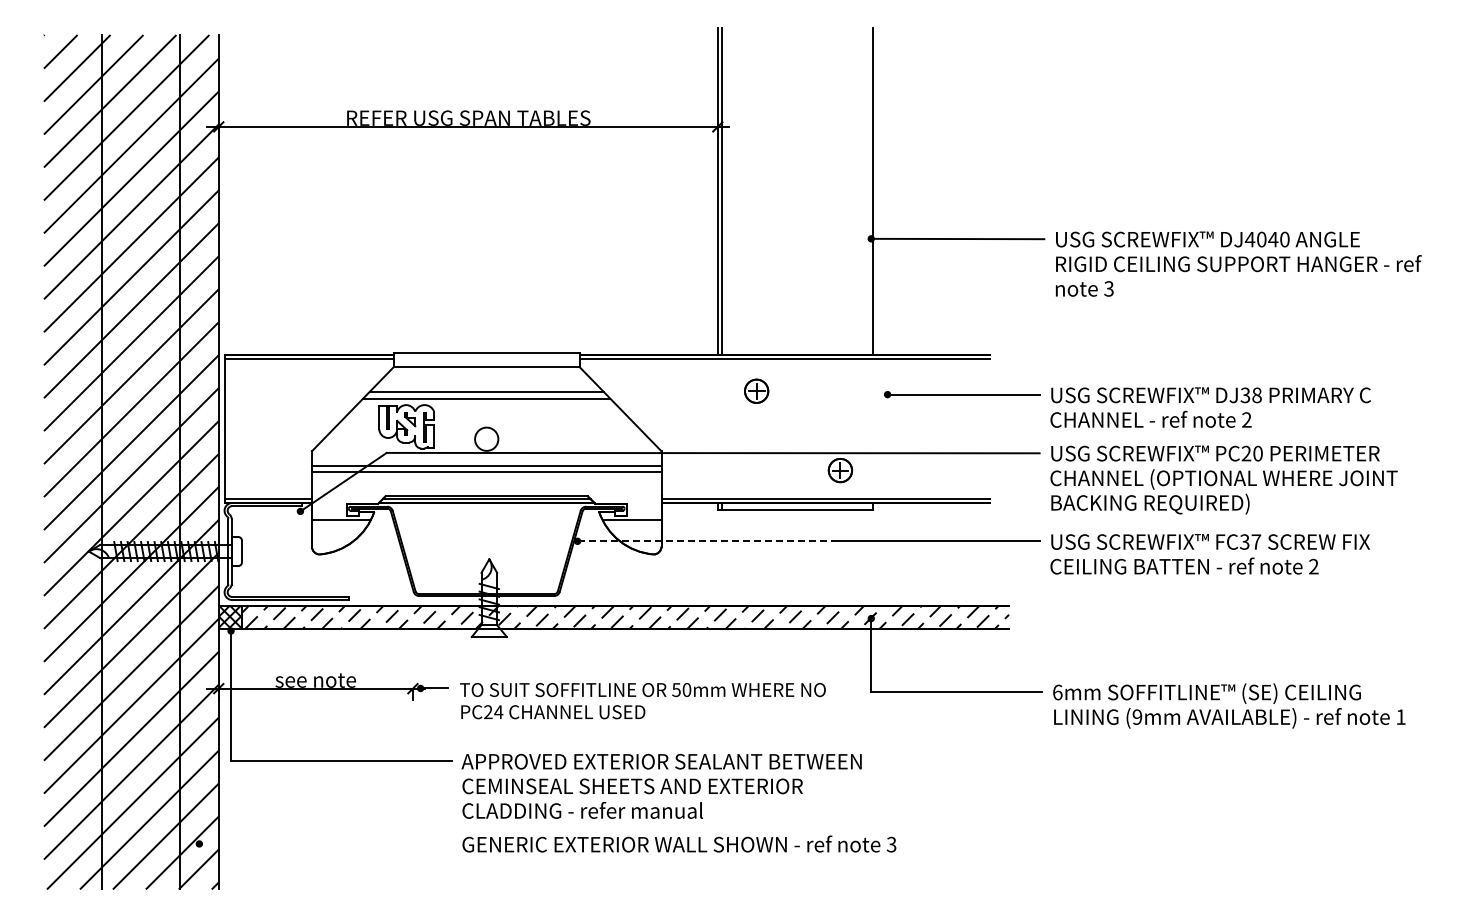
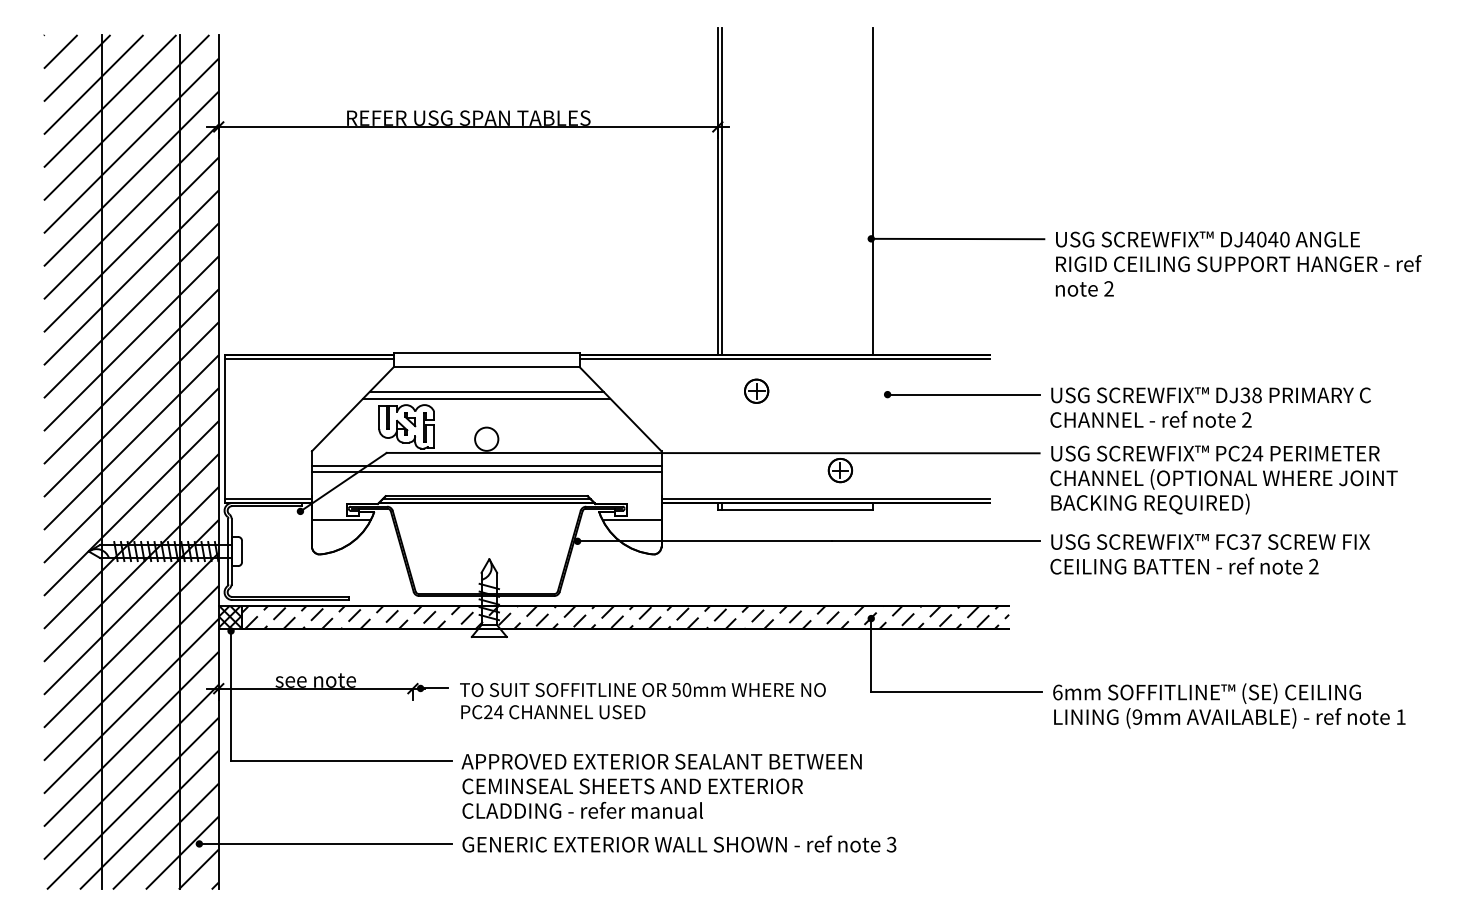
text at (1108, 288): 3 -> 2
text at (1257, 453): PC20 -> PC24
line at (705, 541): dashed -> solid
line at (325, 843): none -> present
